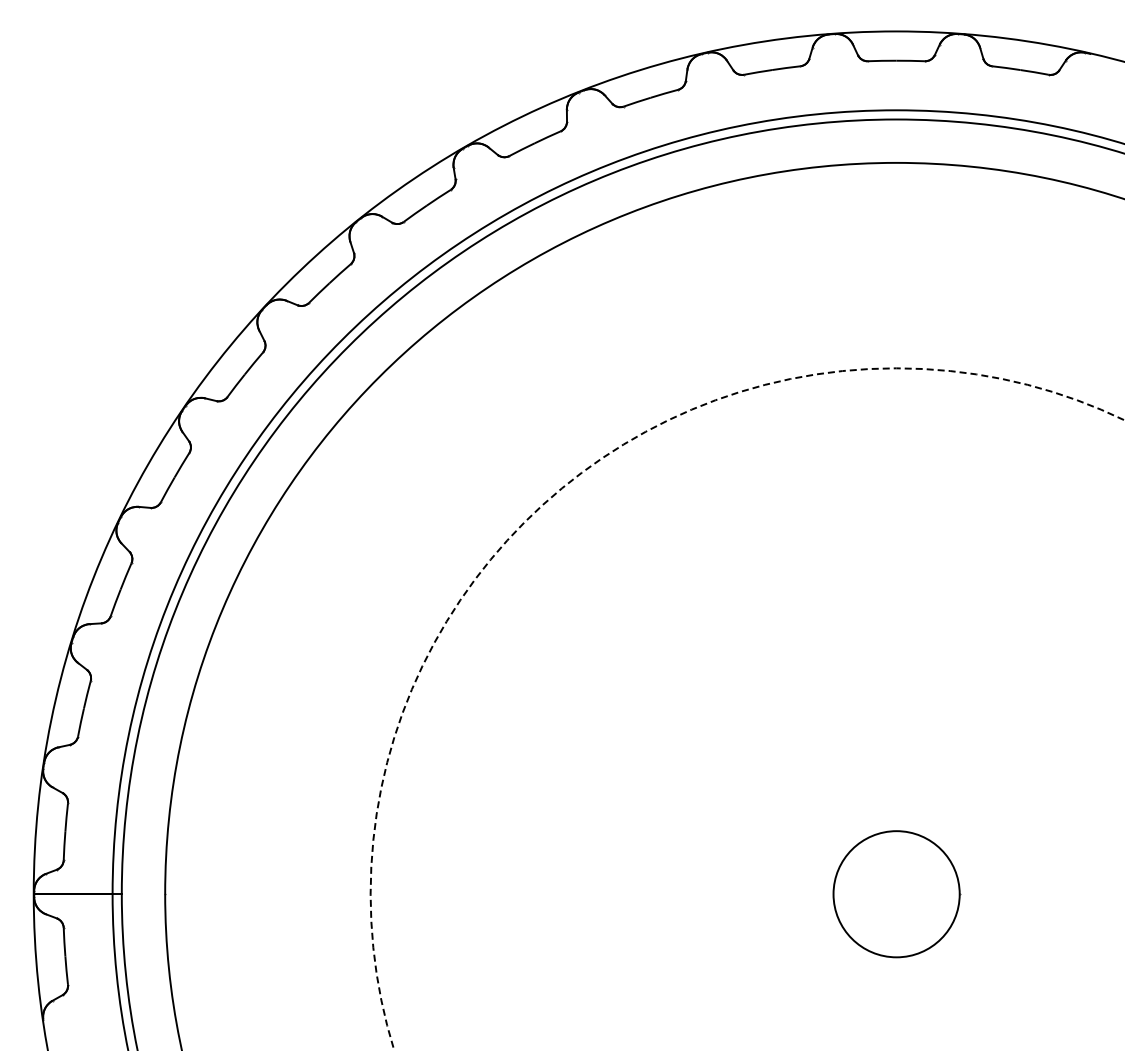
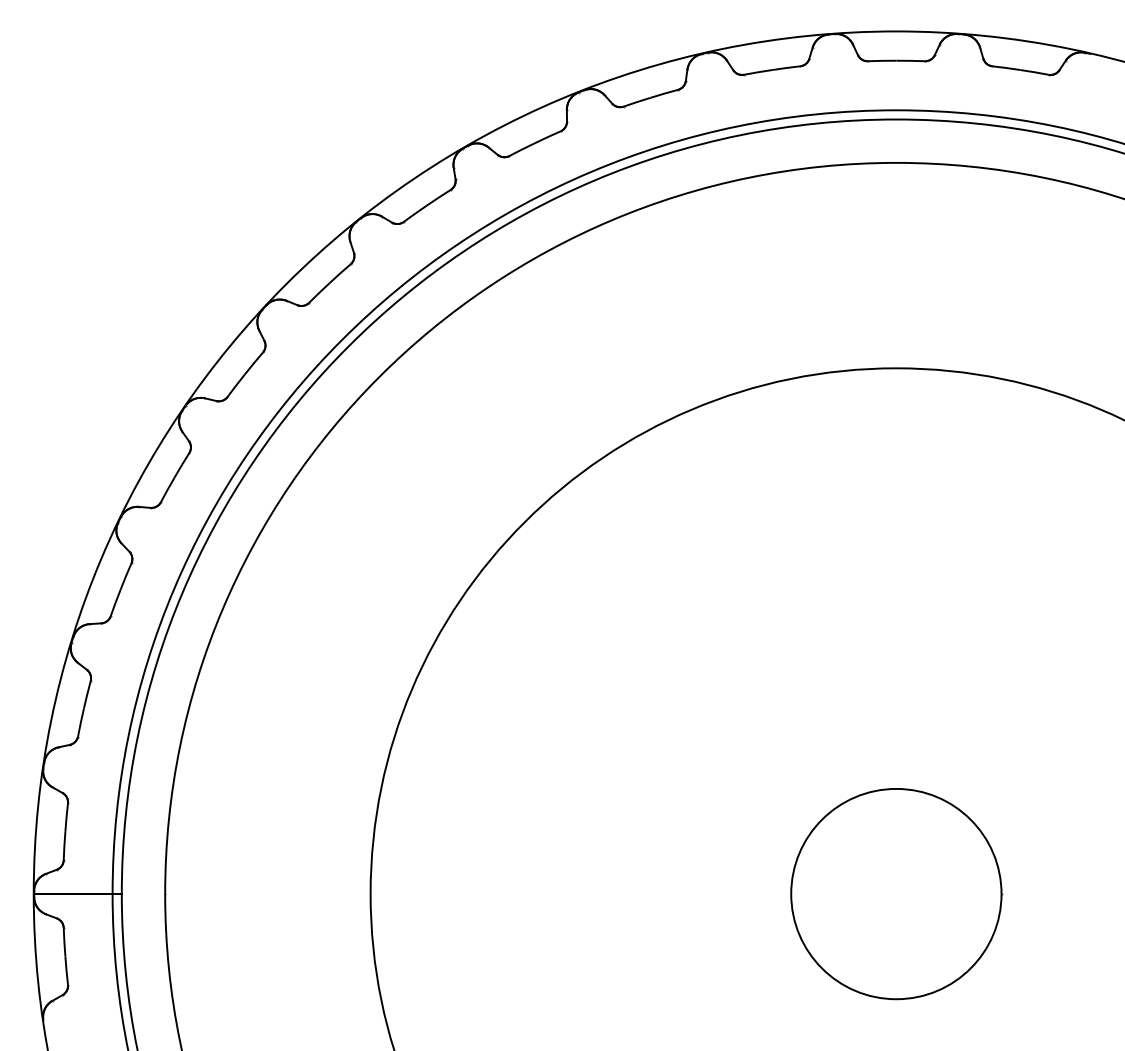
circle at (747, 709): dashed -> solid
part at (896, 894) size: 130x129 px -> 214x213 px
